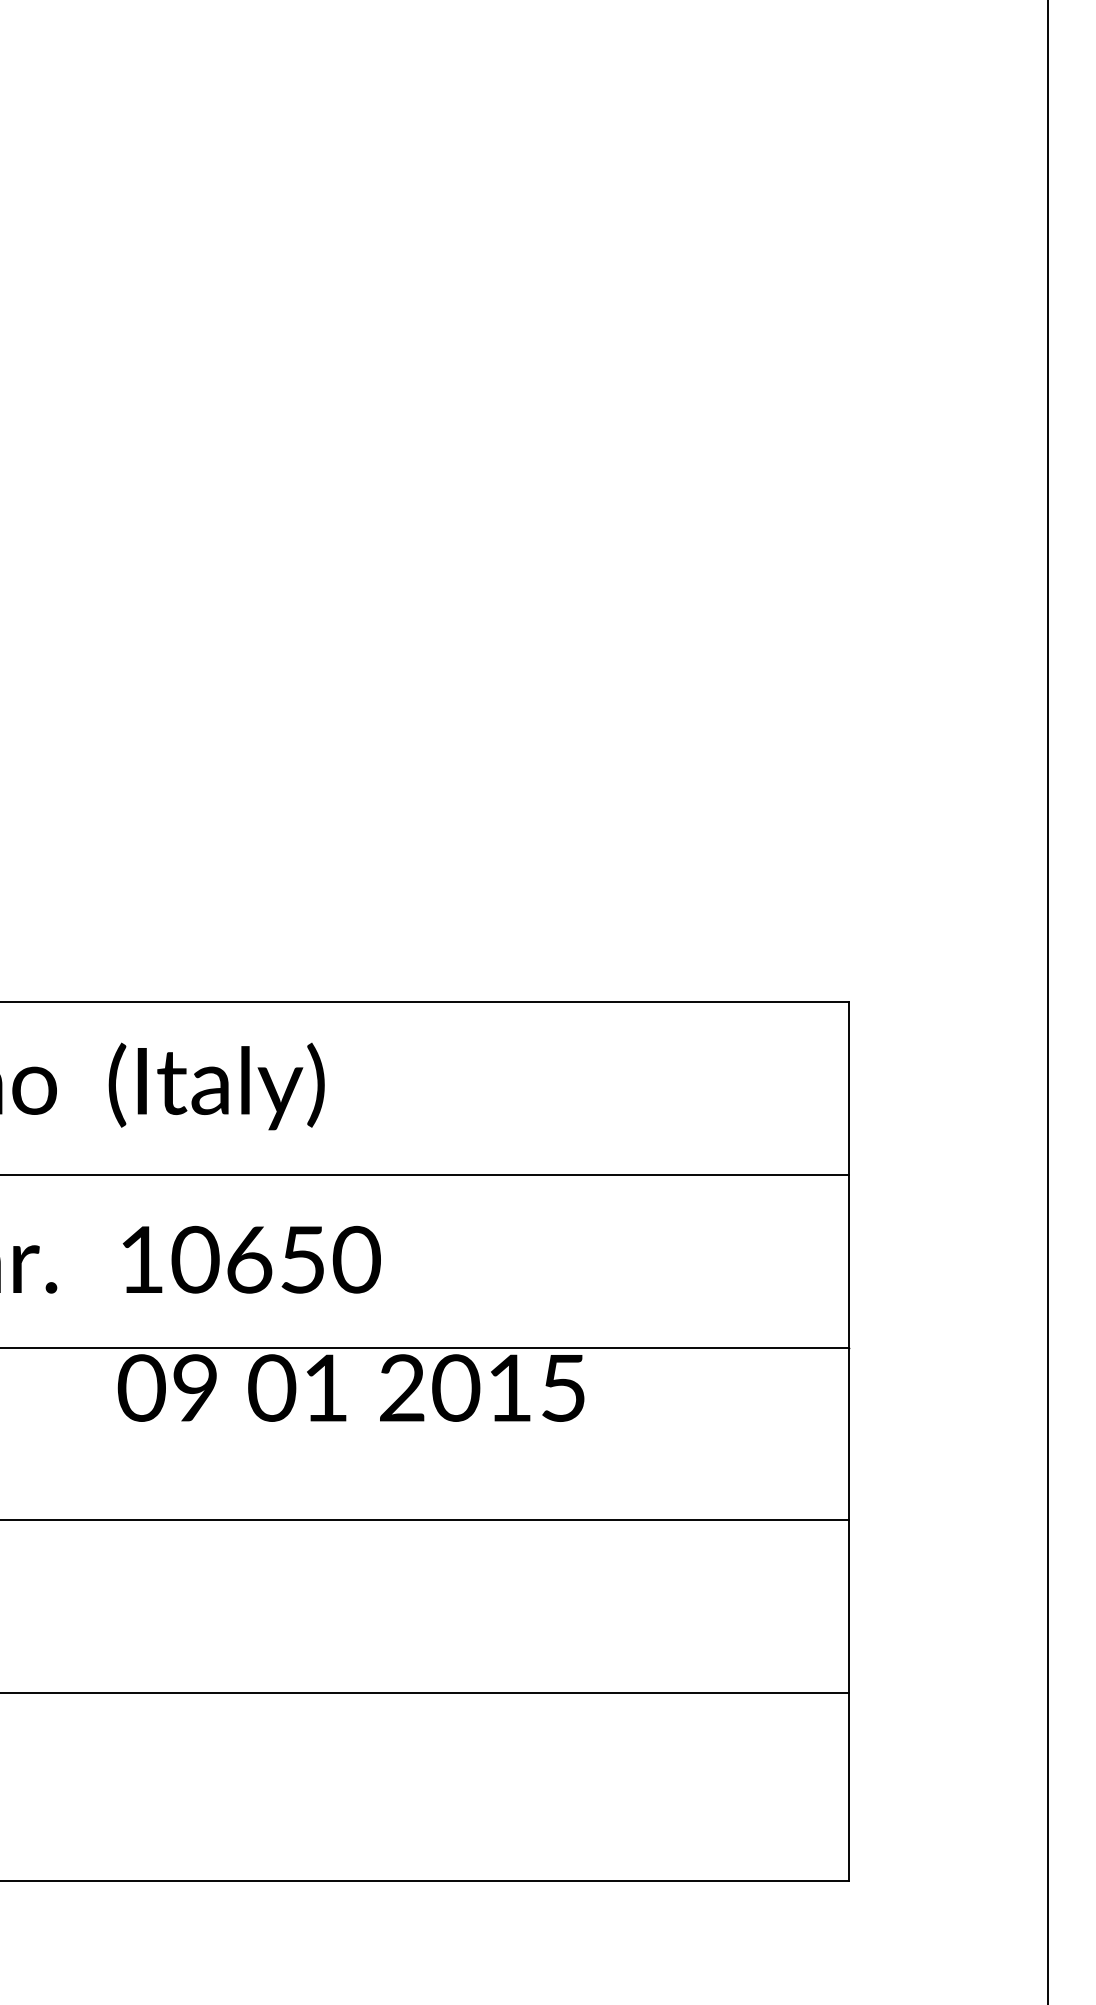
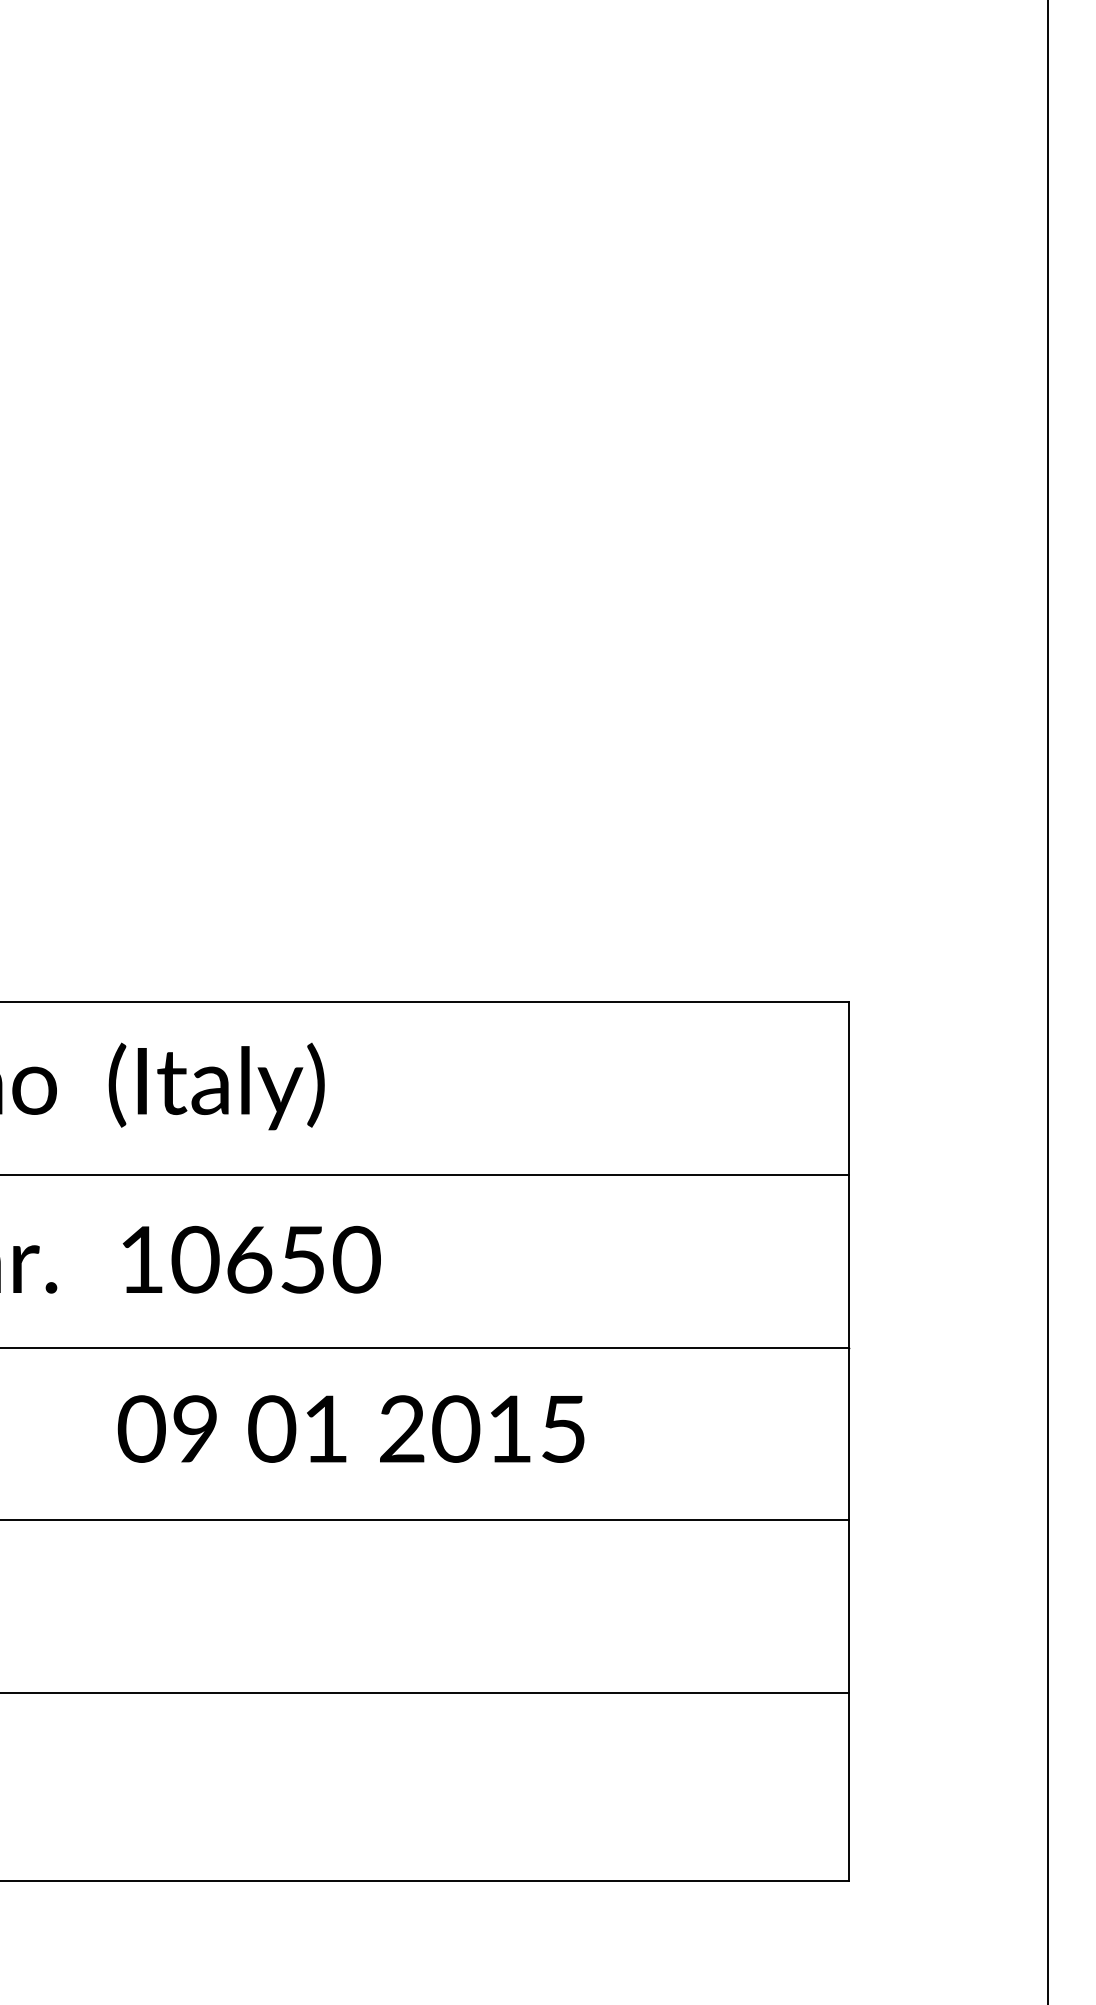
text at (350, 1387) position: (350, 1387) -> (350, 1428)
